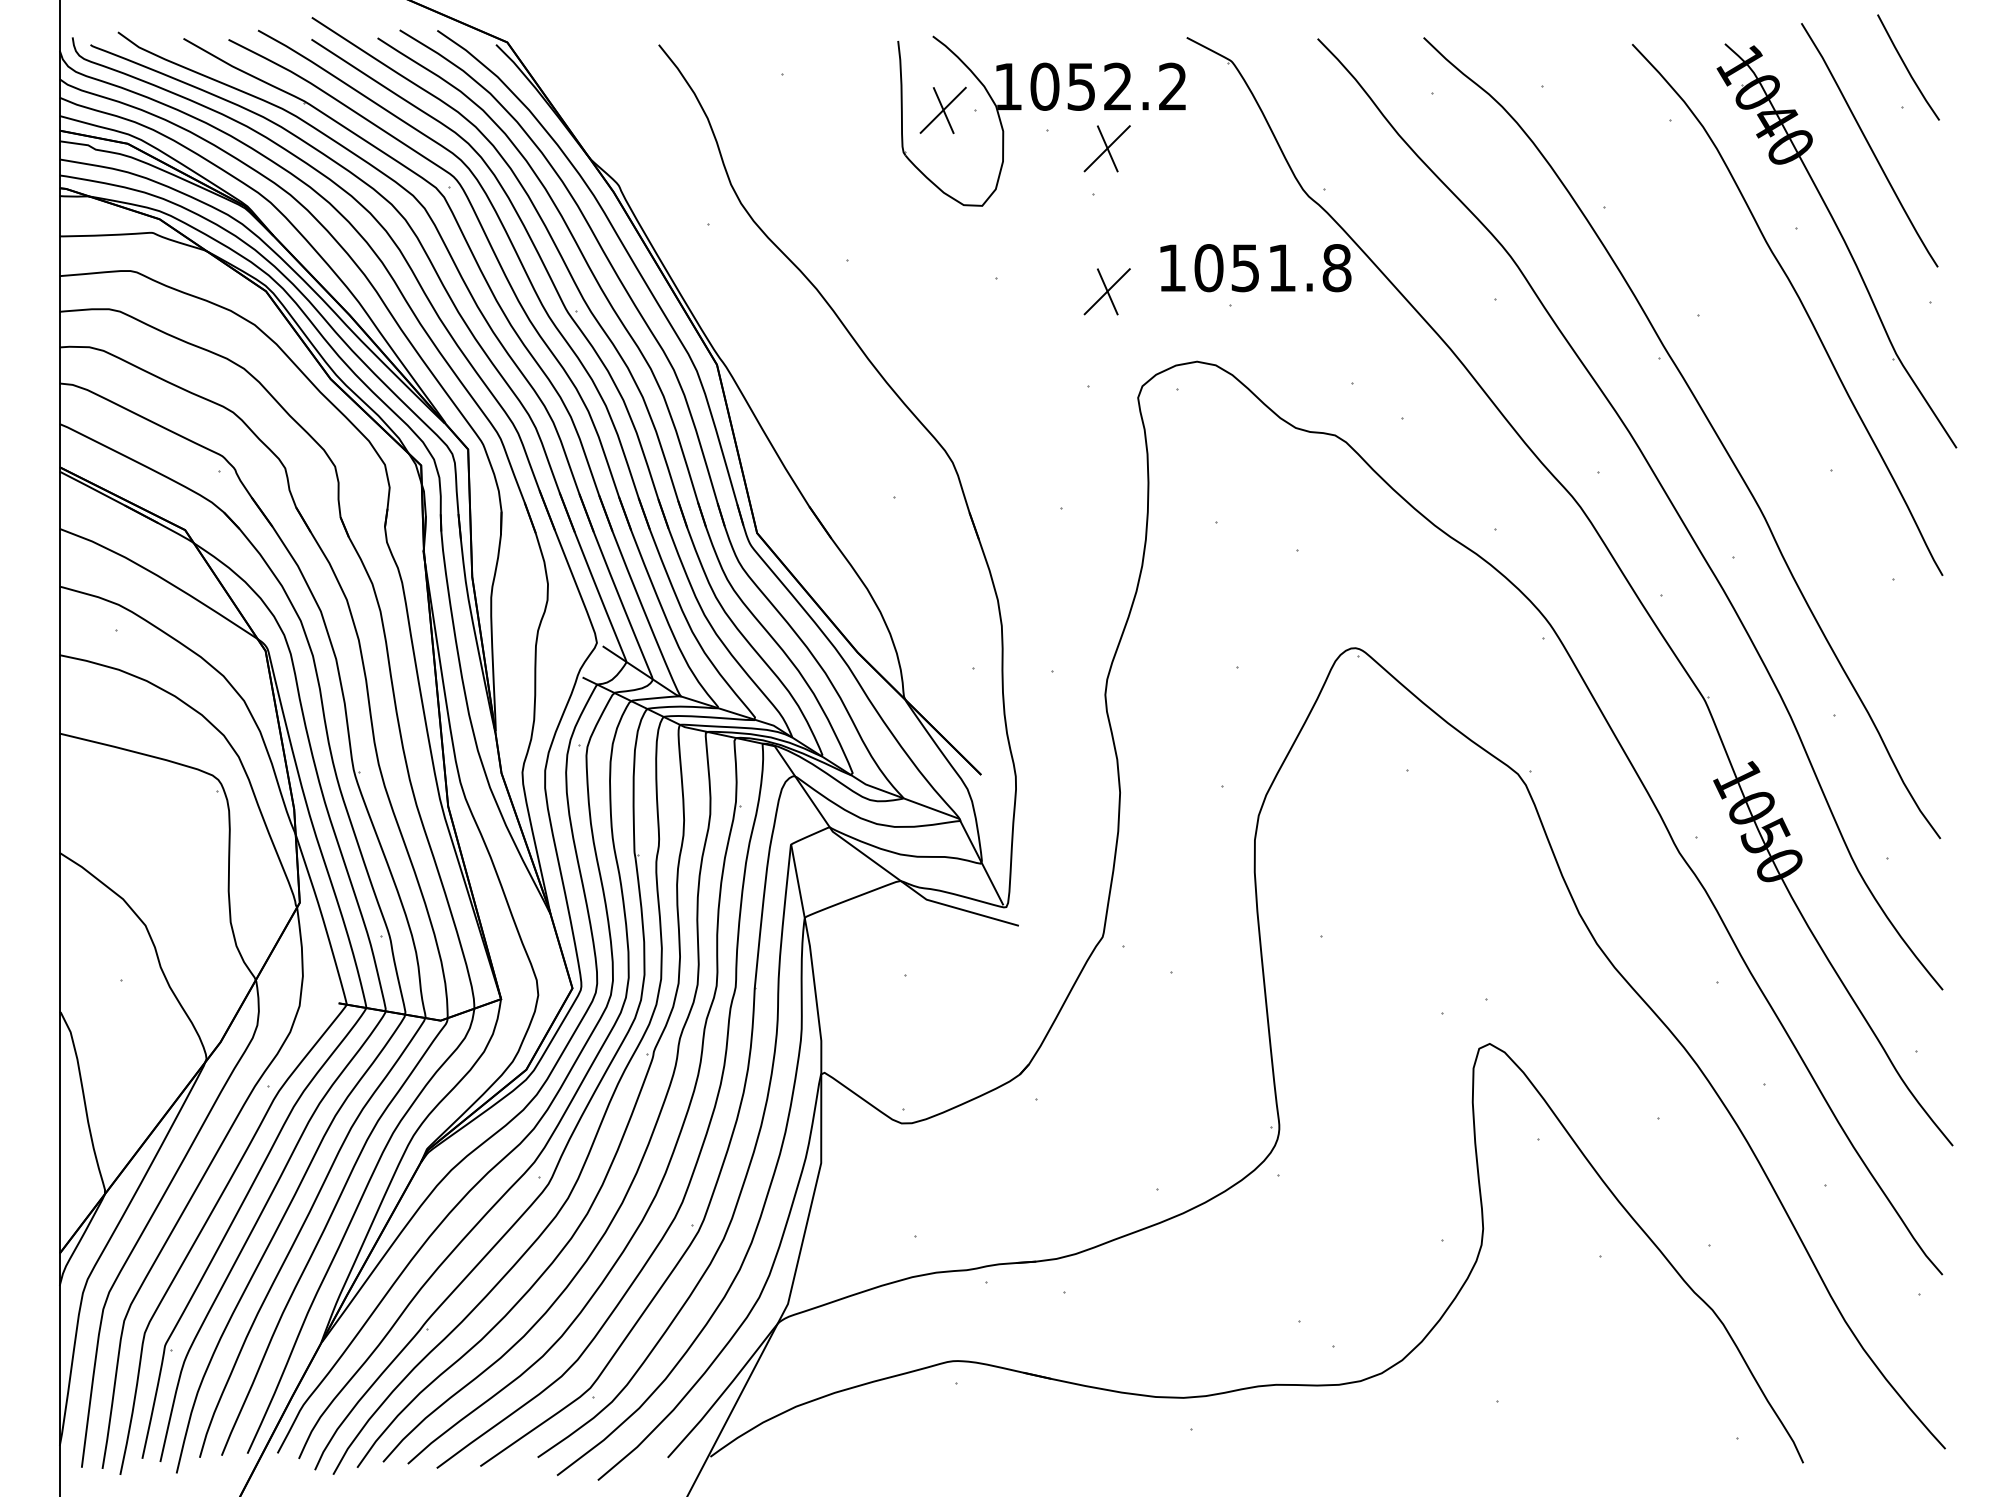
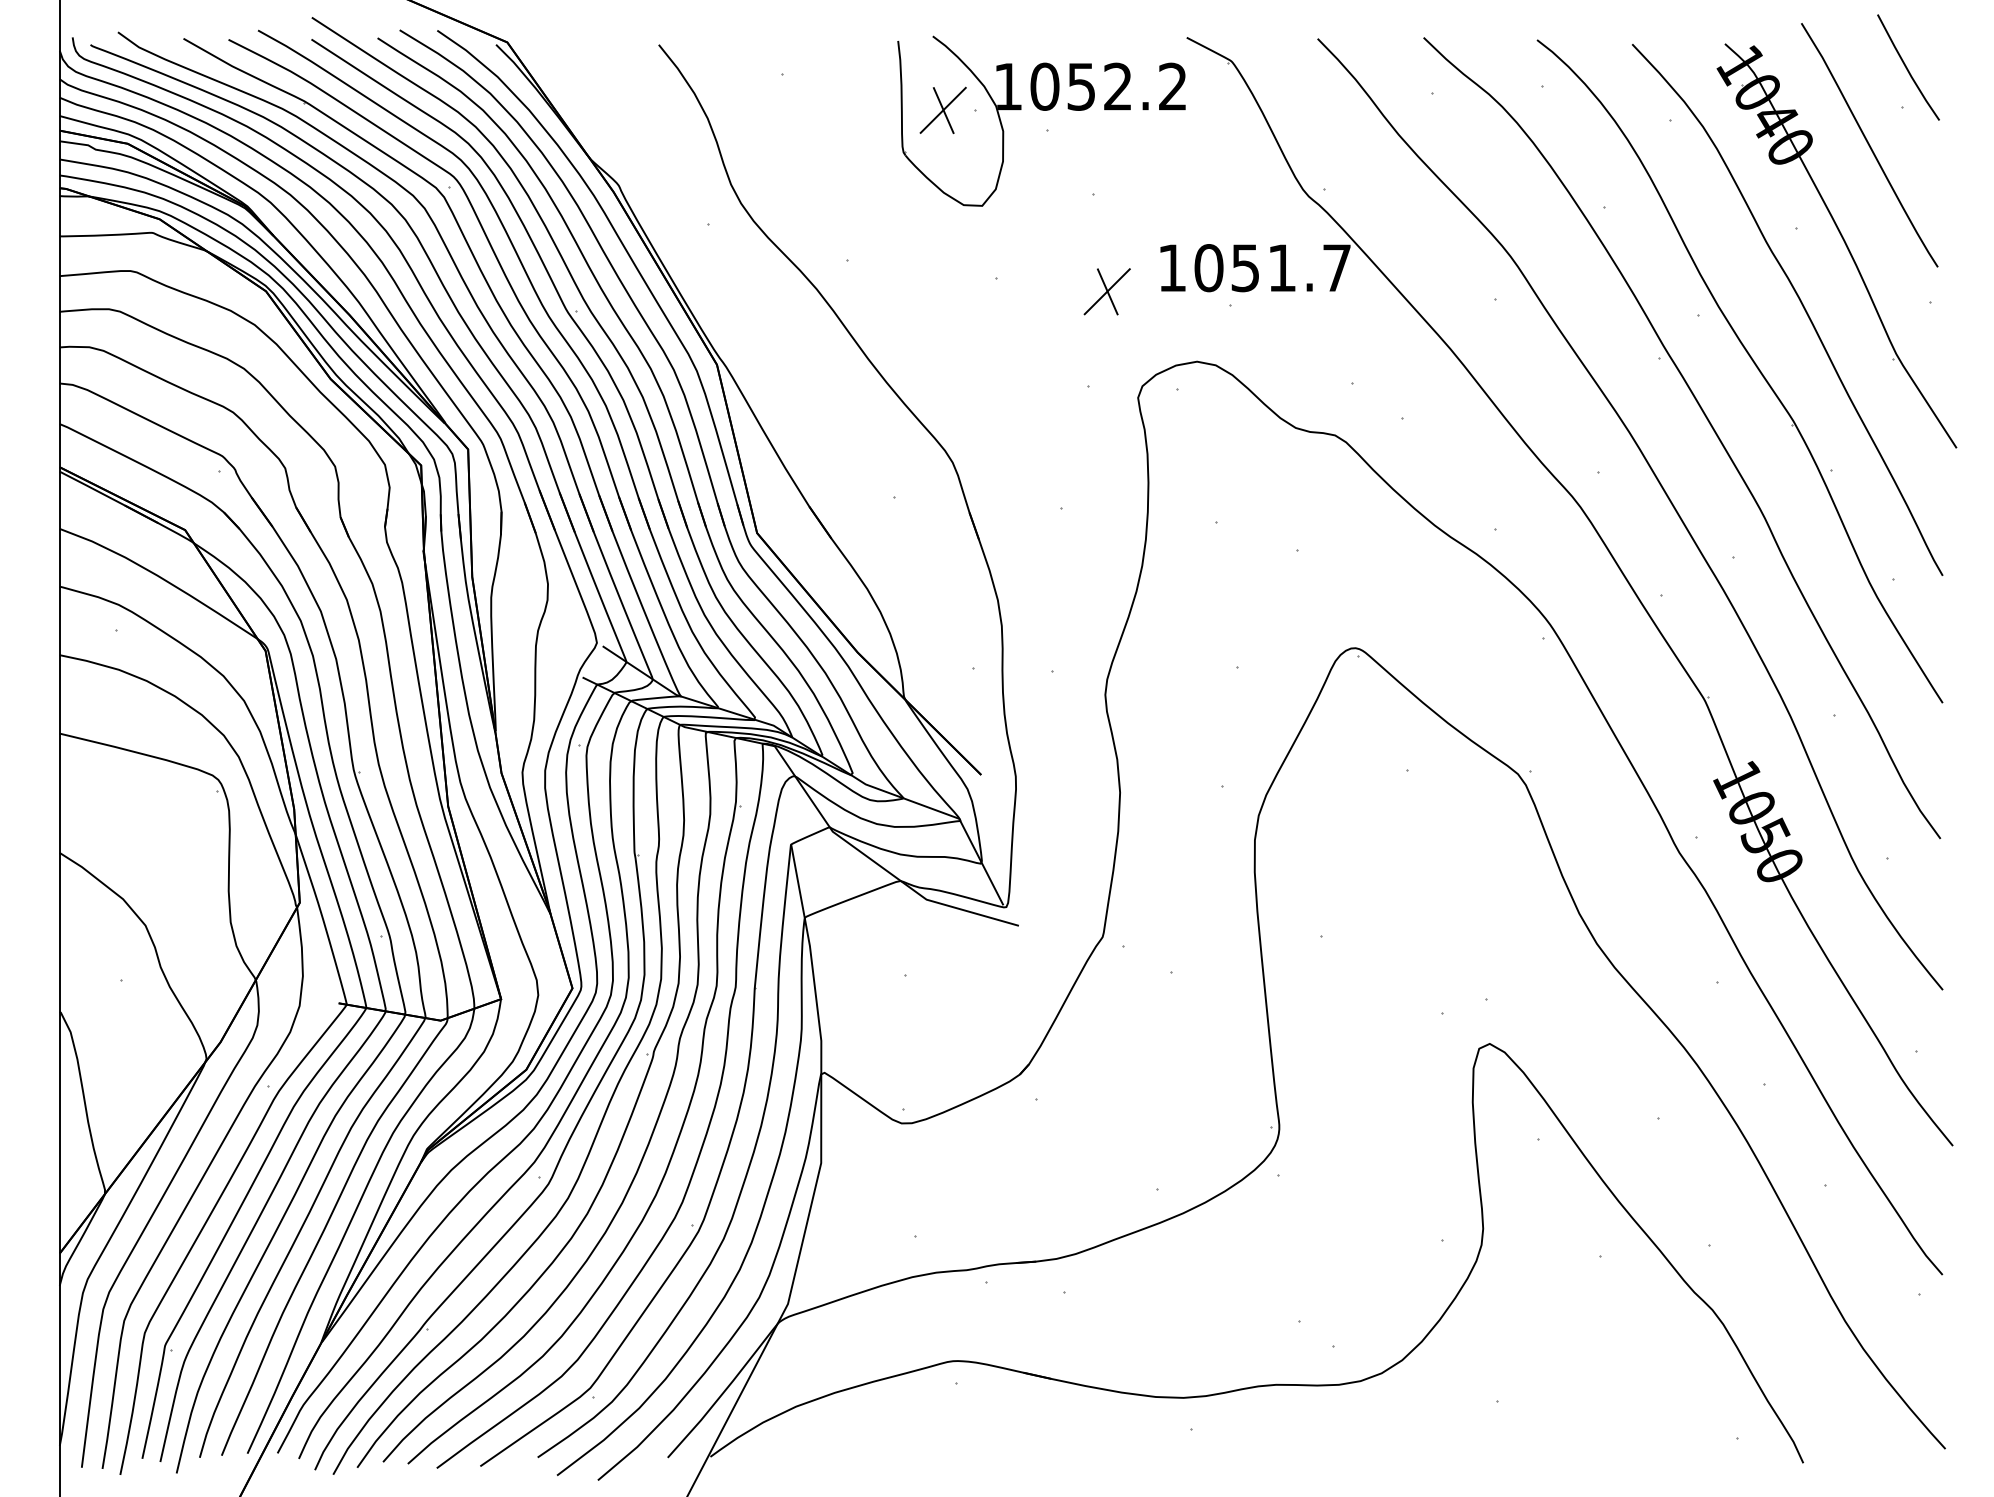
part at (1106, 148): present -> none
text at (1336, 268): 1051.8 -> 1051.7
part at (1753, 363): none -> present
